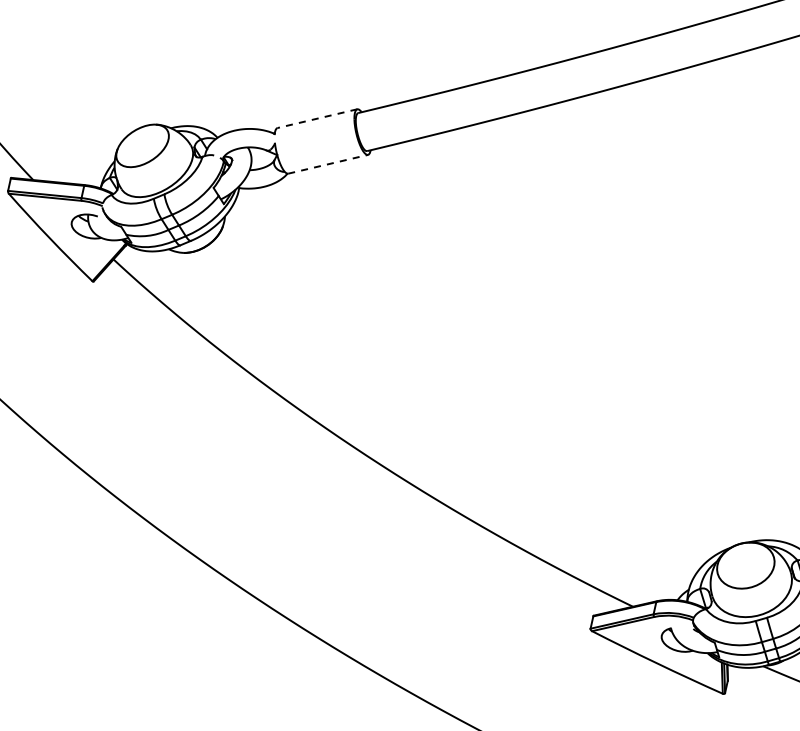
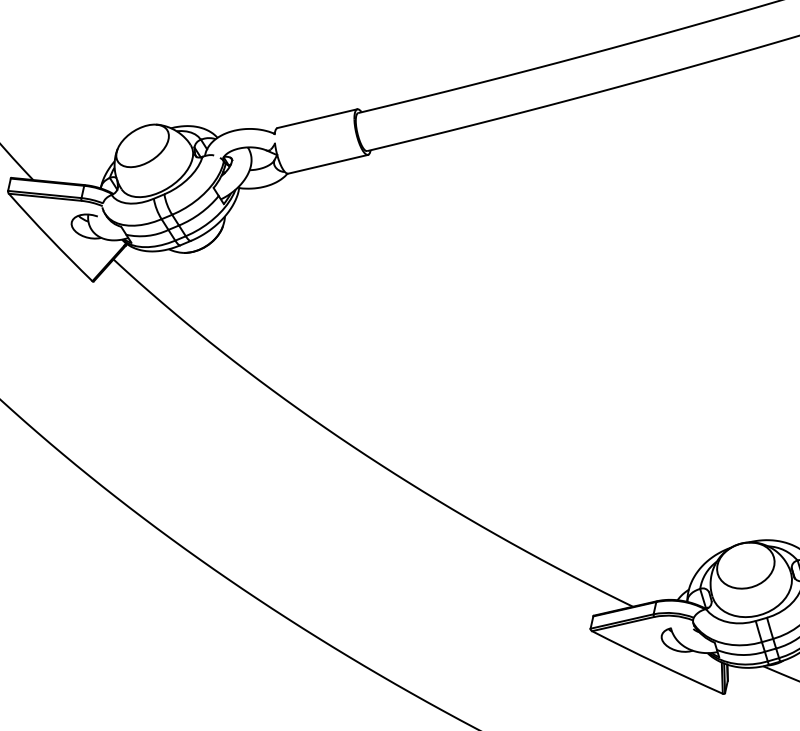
line at (317, 118): dashed -> solid
line at (328, 164): dashed -> solid
